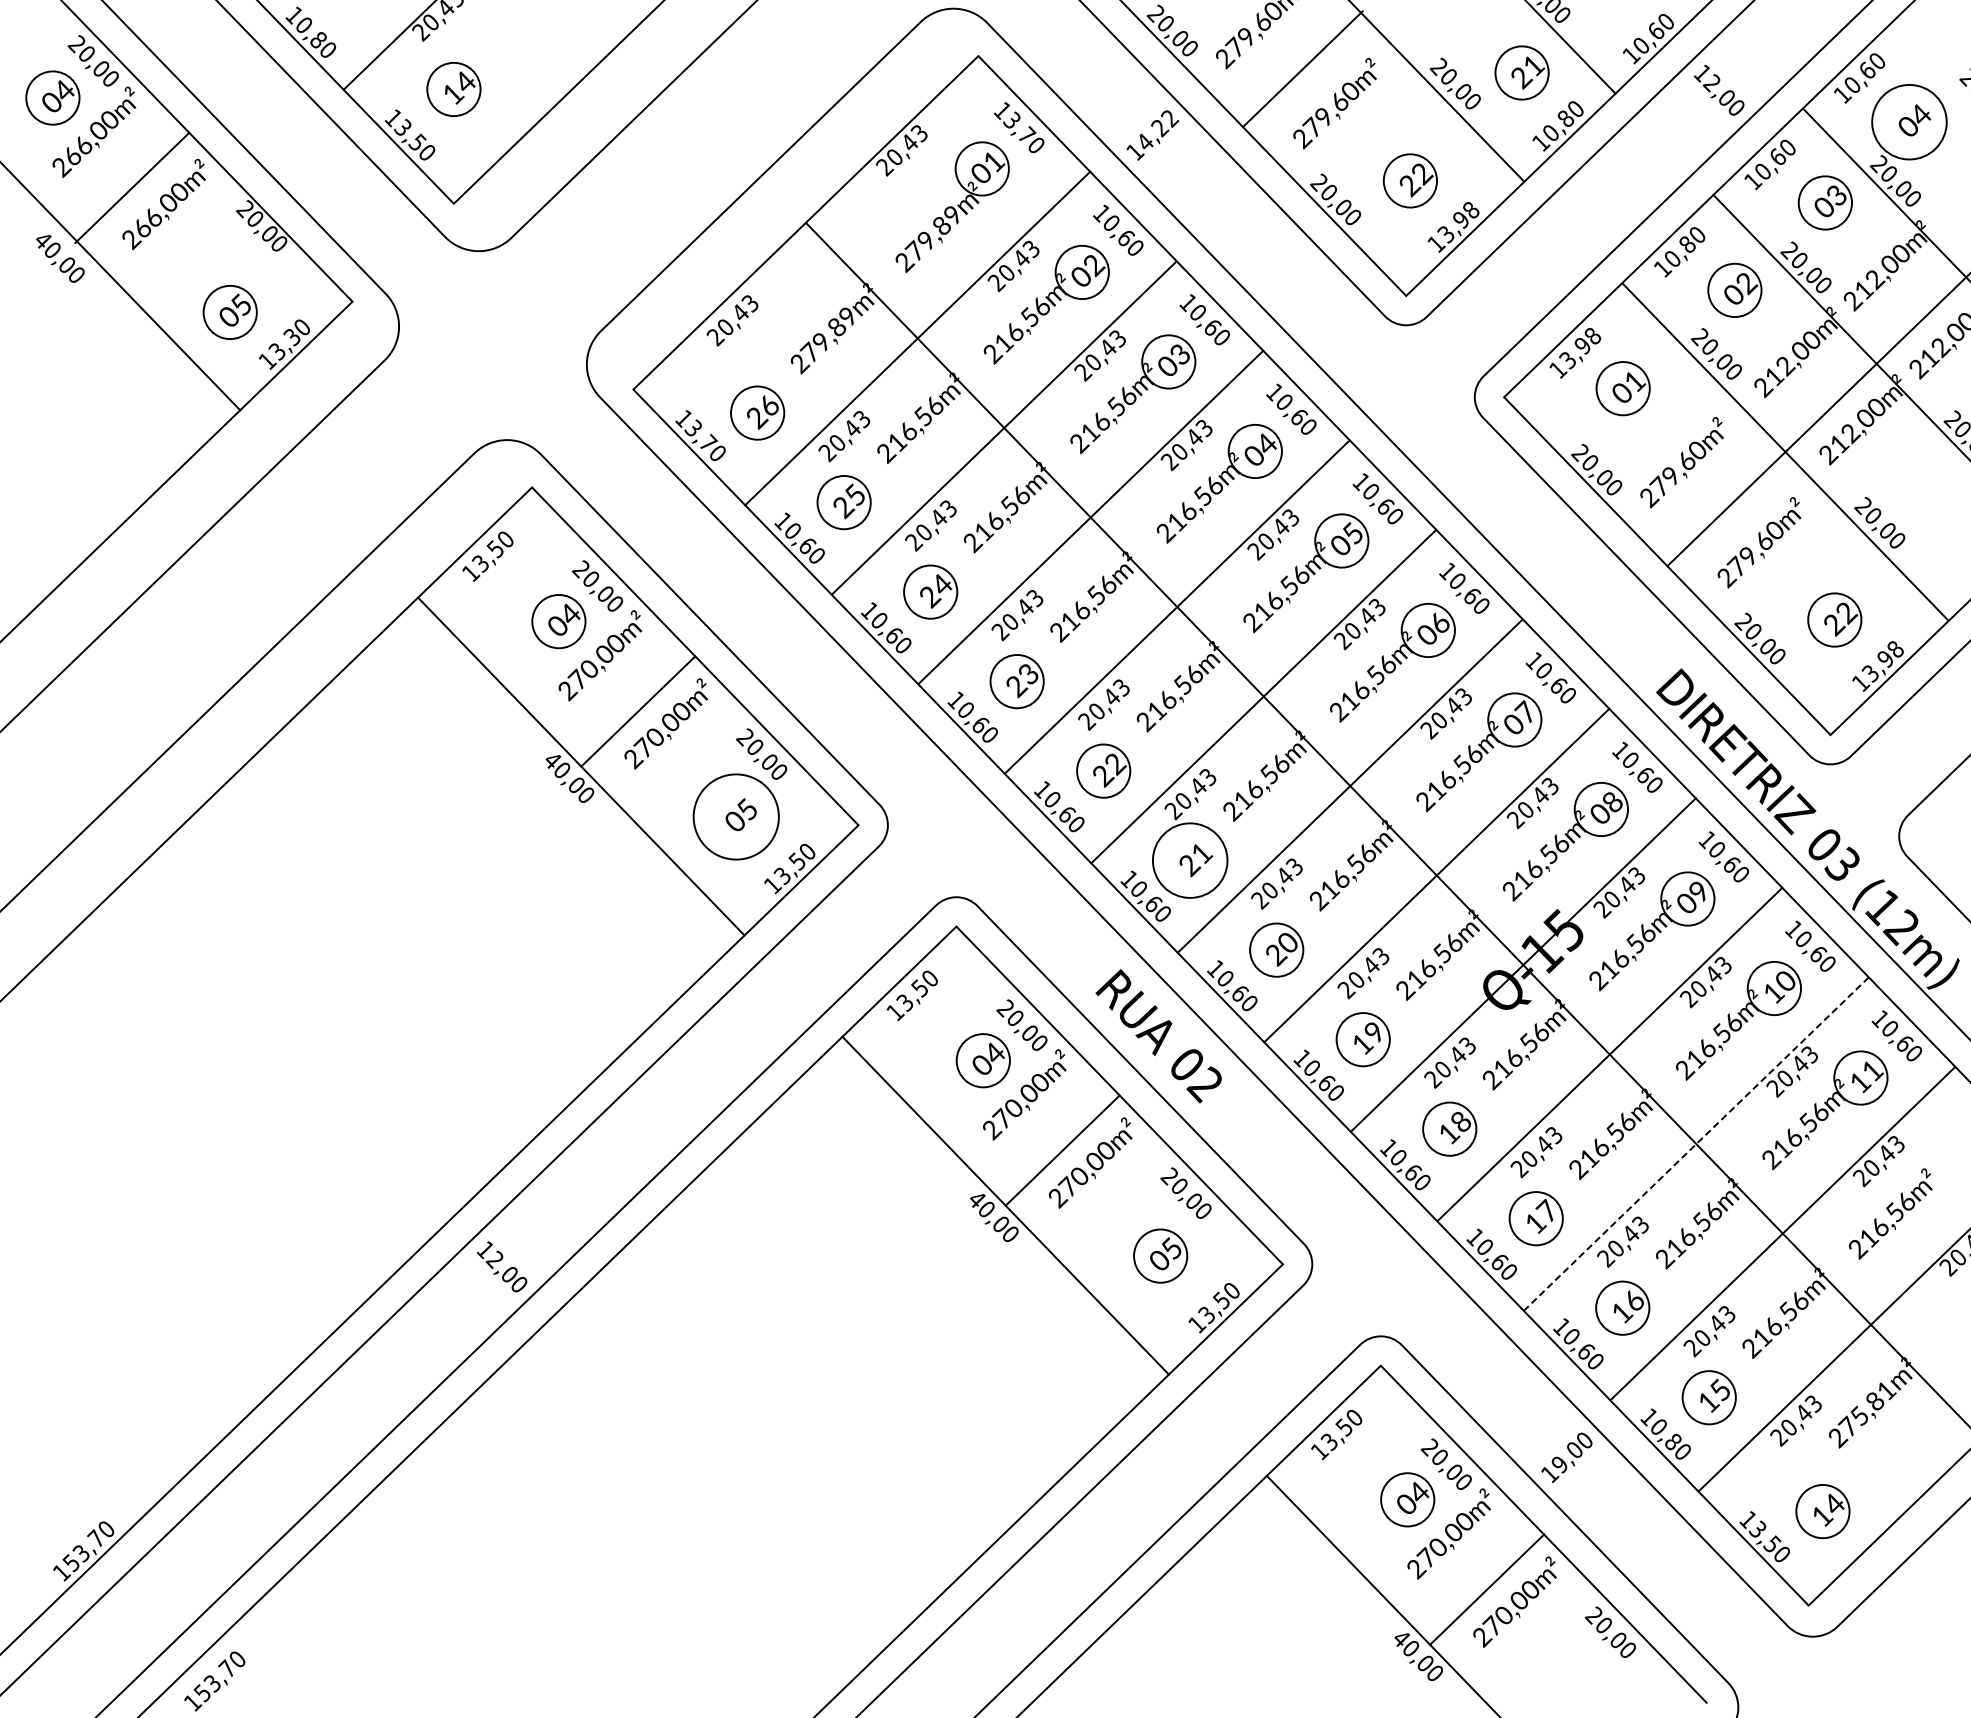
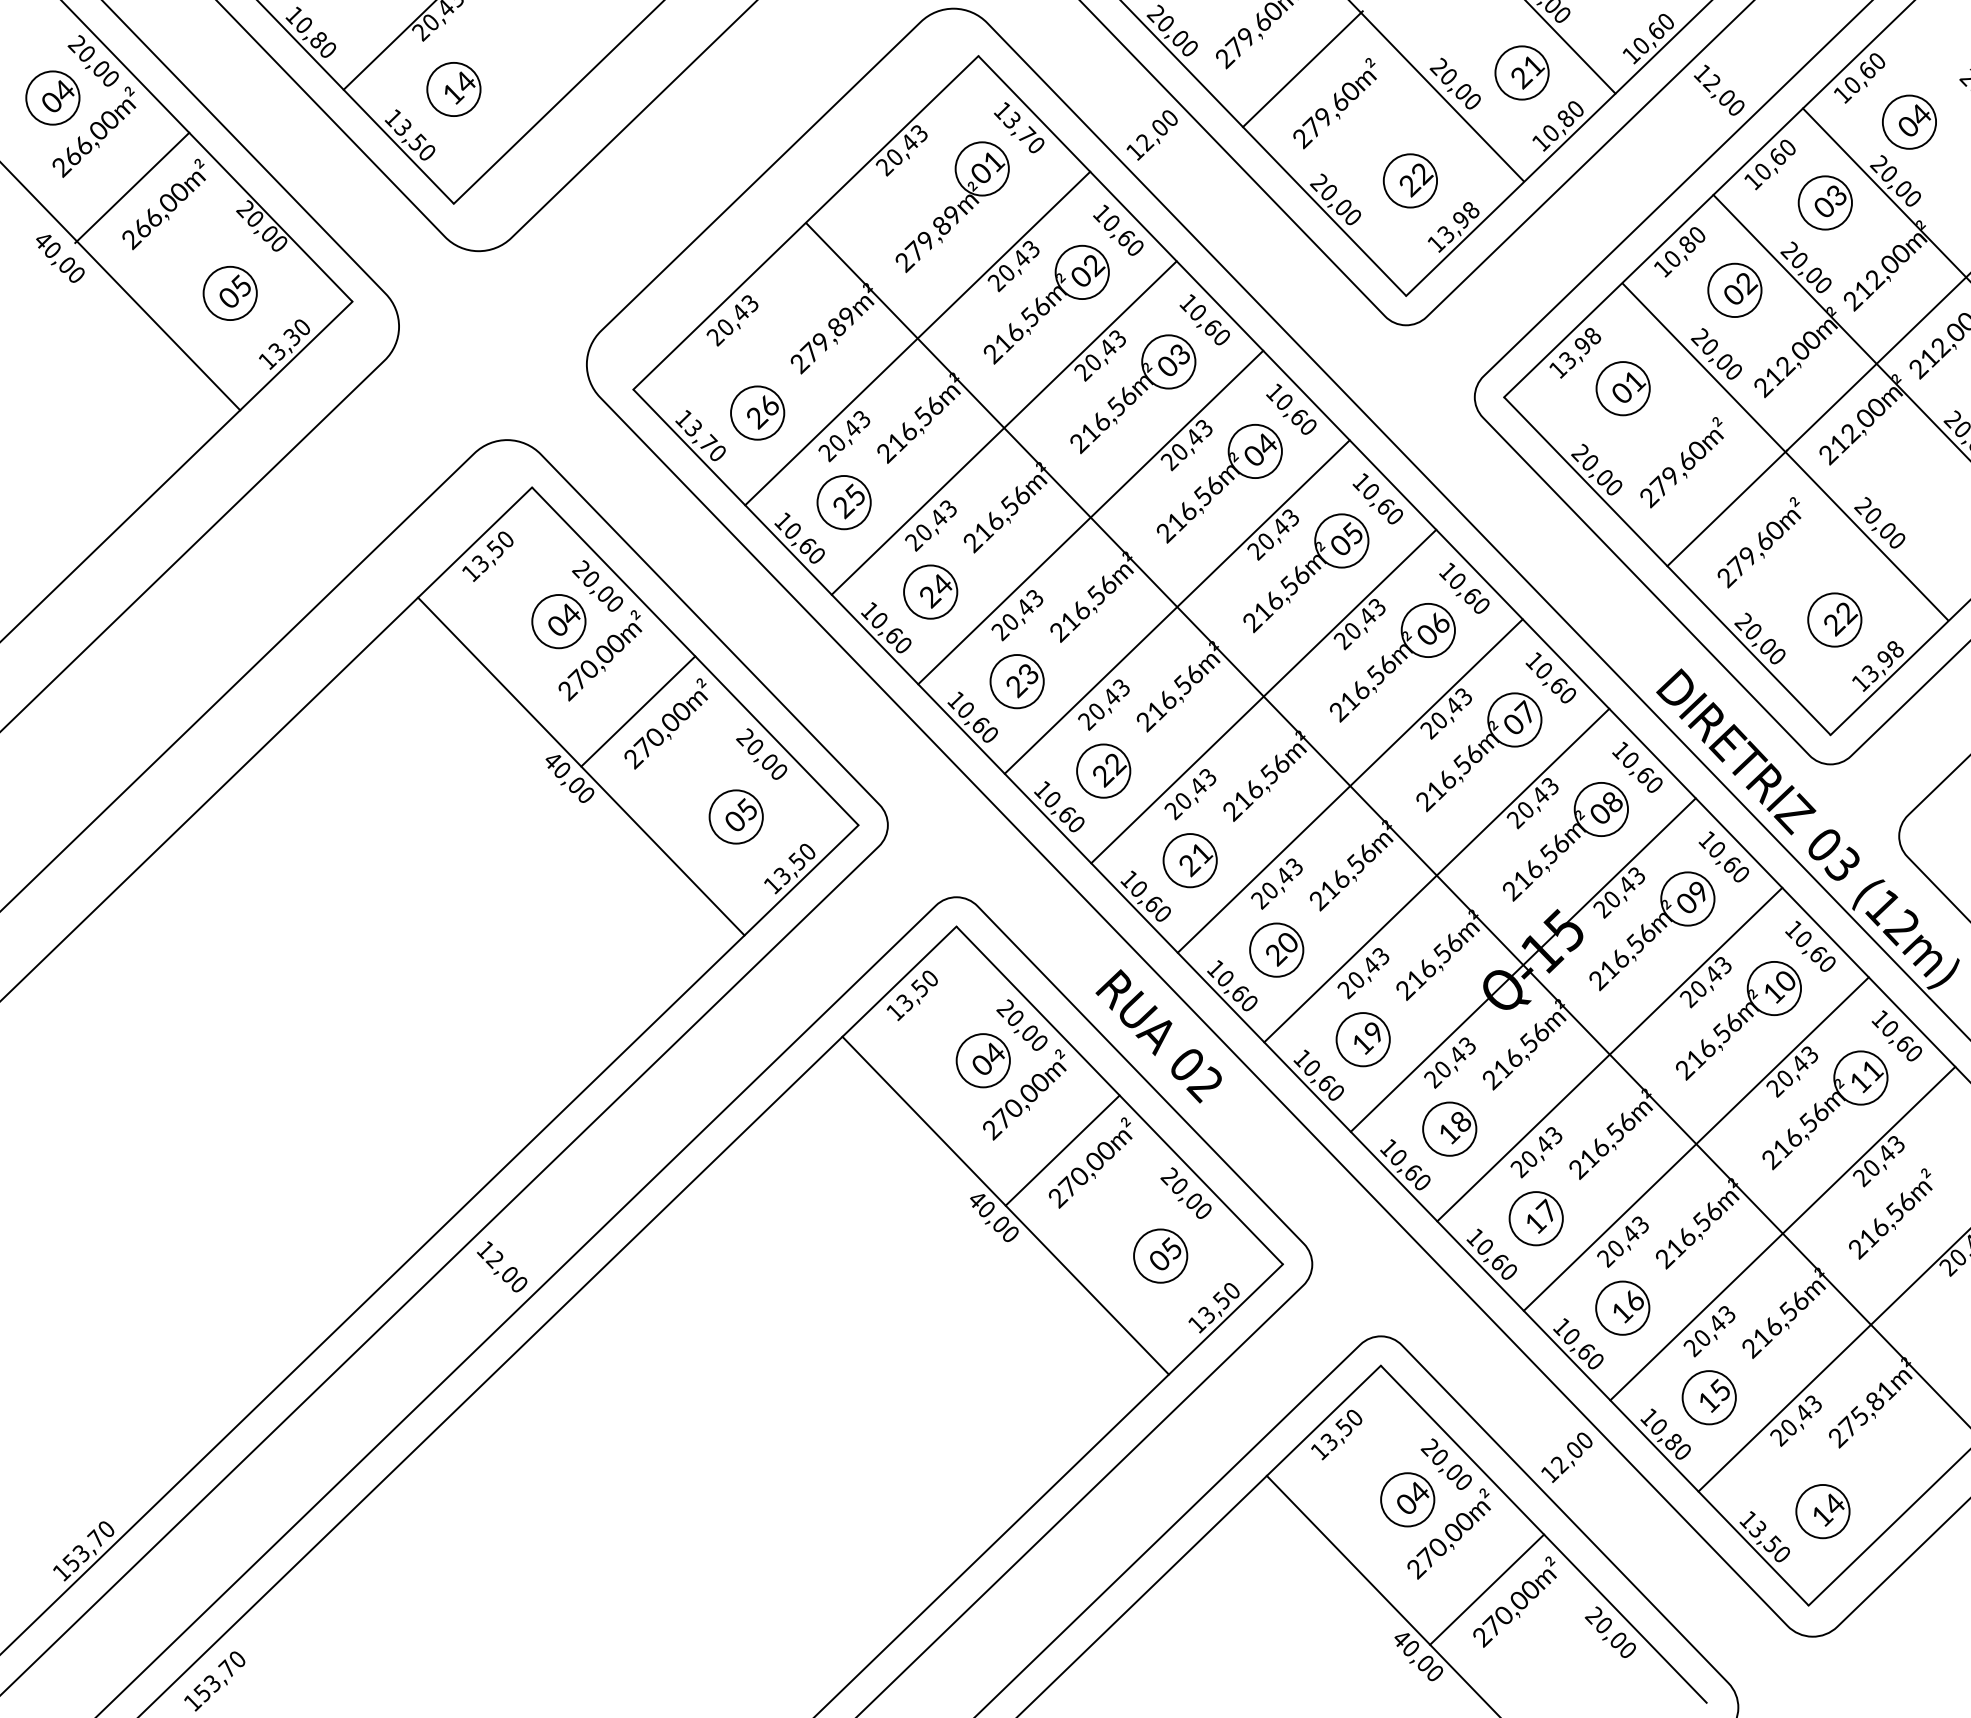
circle at (1909, 121) diameter: 75 px -> 53 px
text at (1157, 130): 14,22 -> 12,00
part at (229, 312) position: (229, 312) -> (229, 293)
circle at (735, 816) diameter: 85 px -> 53 px
circle at (1189, 860) diameter: 75 px -> 53 px
line at (1696, 1144): dashed -> solid
text at (1559, 1465): 19,00 -> 12,00
